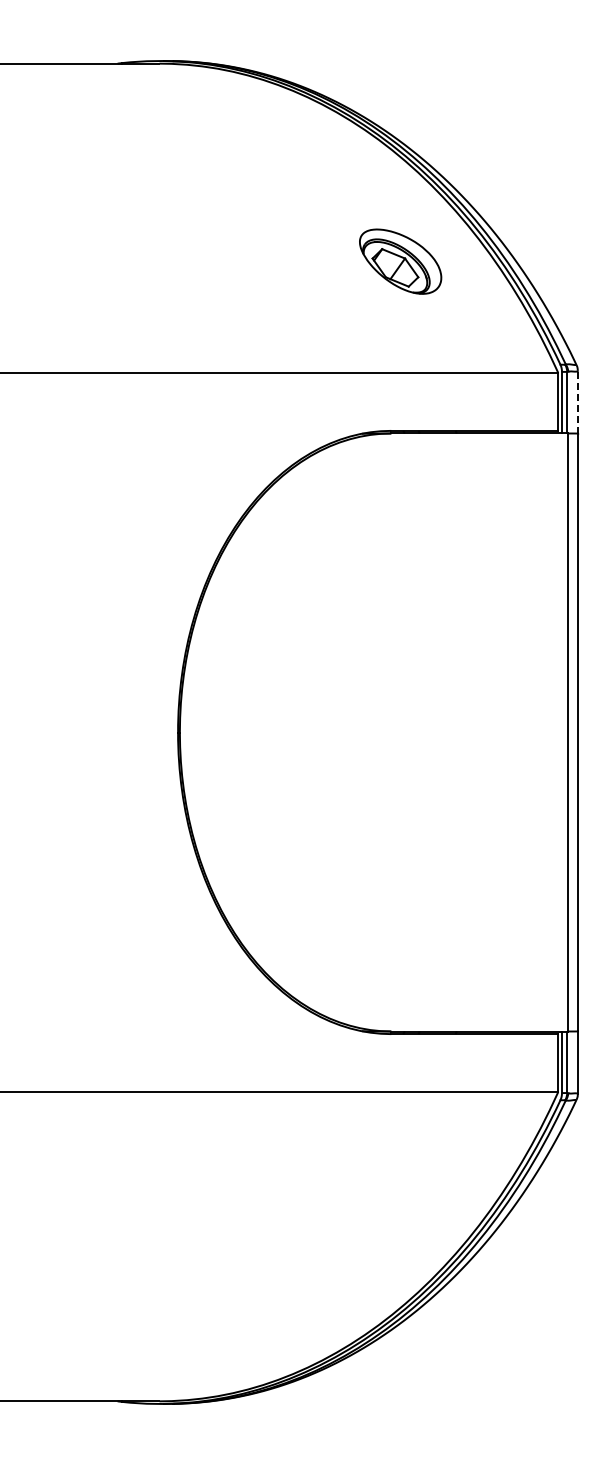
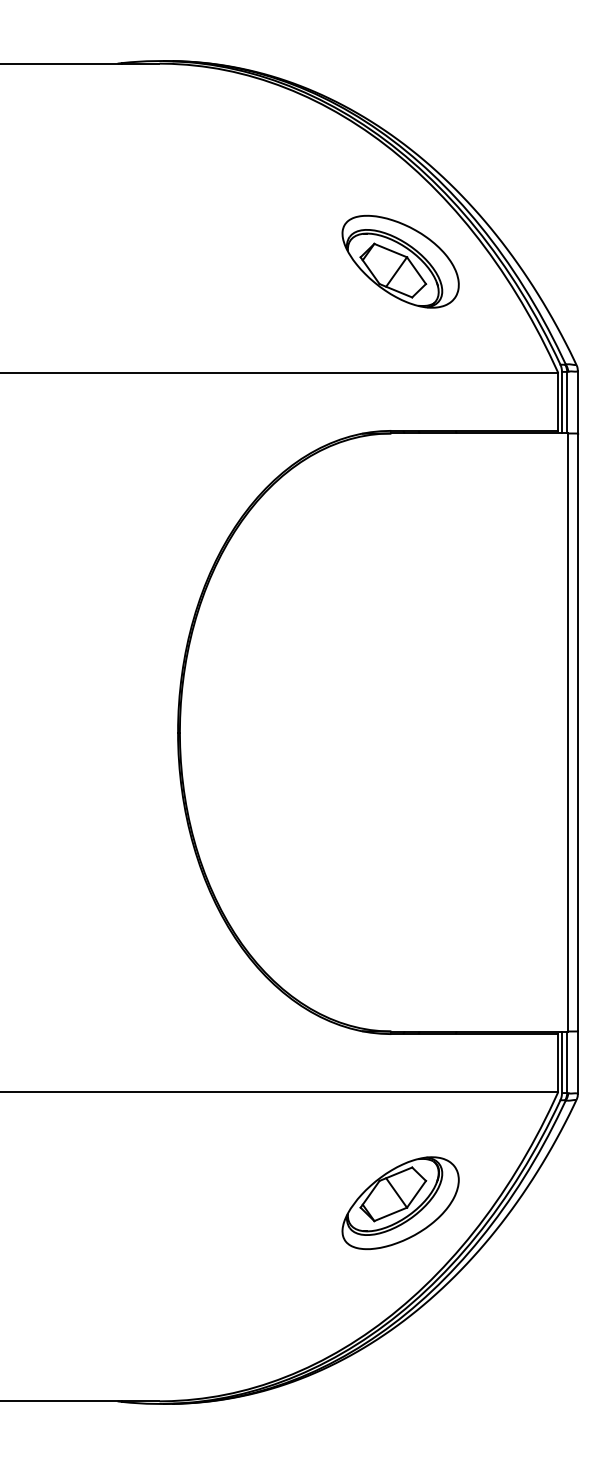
part at (400, 261) size: 84x67 px -> 119x95 px
line at (577, 401): dashed -> solid
part at (400, 1203): none -> present
